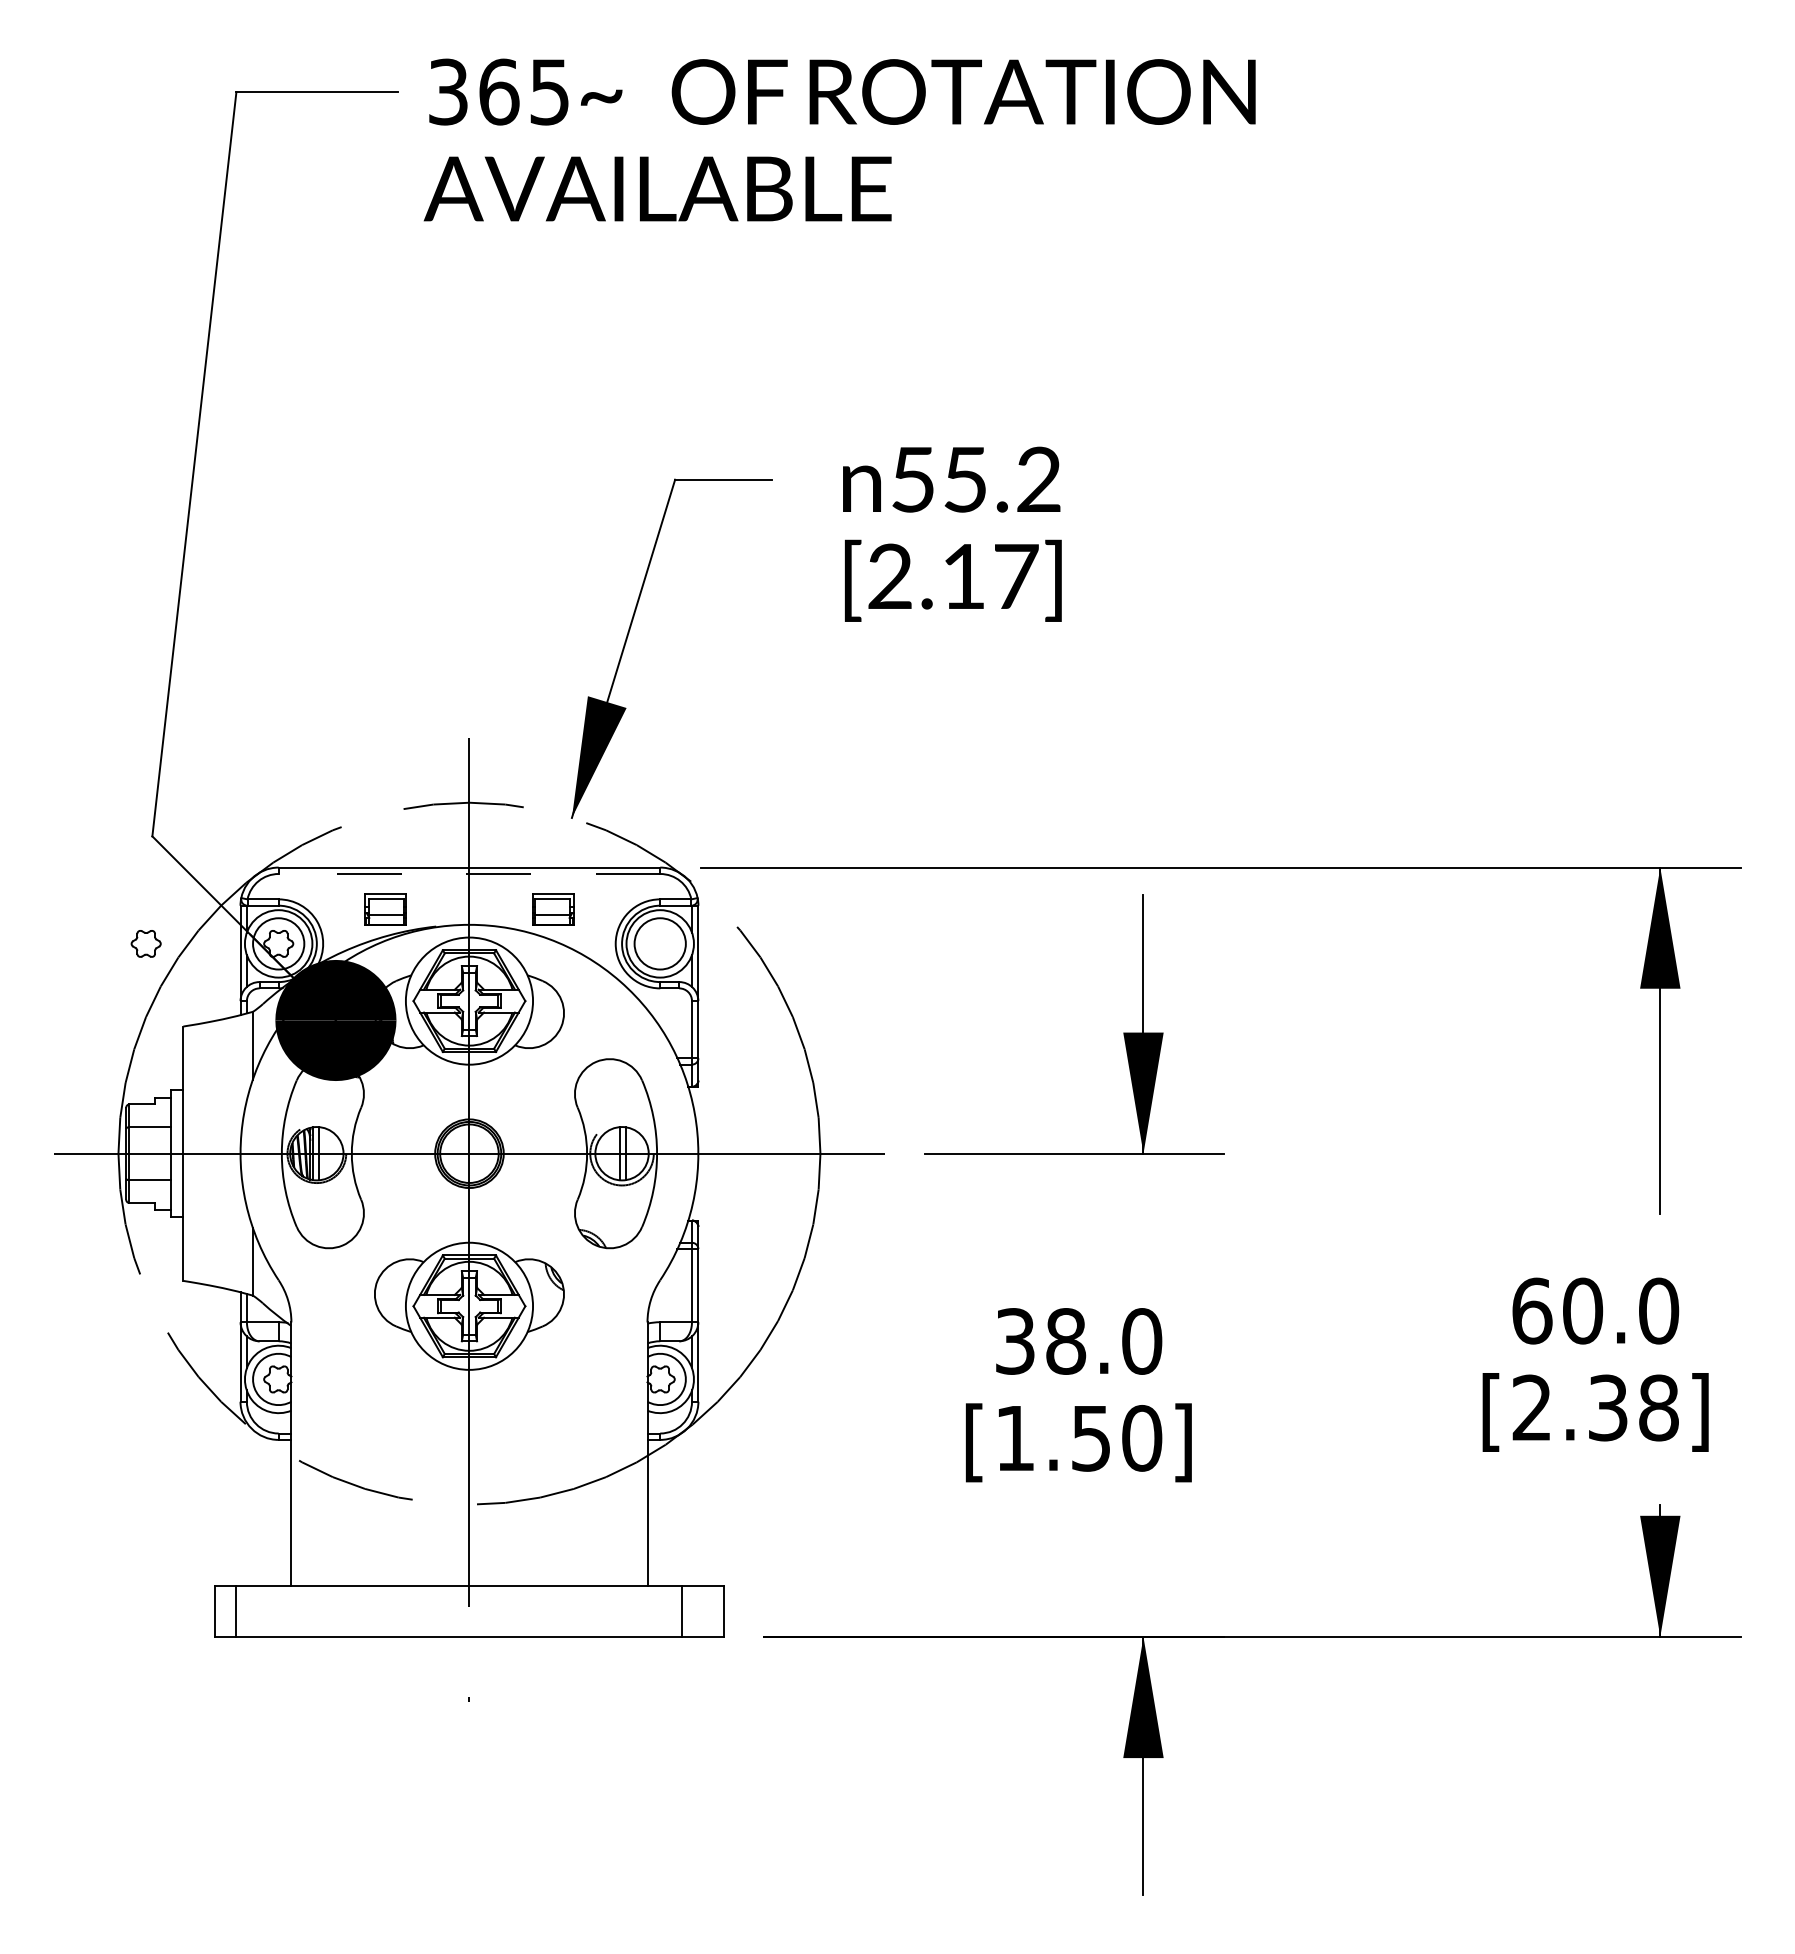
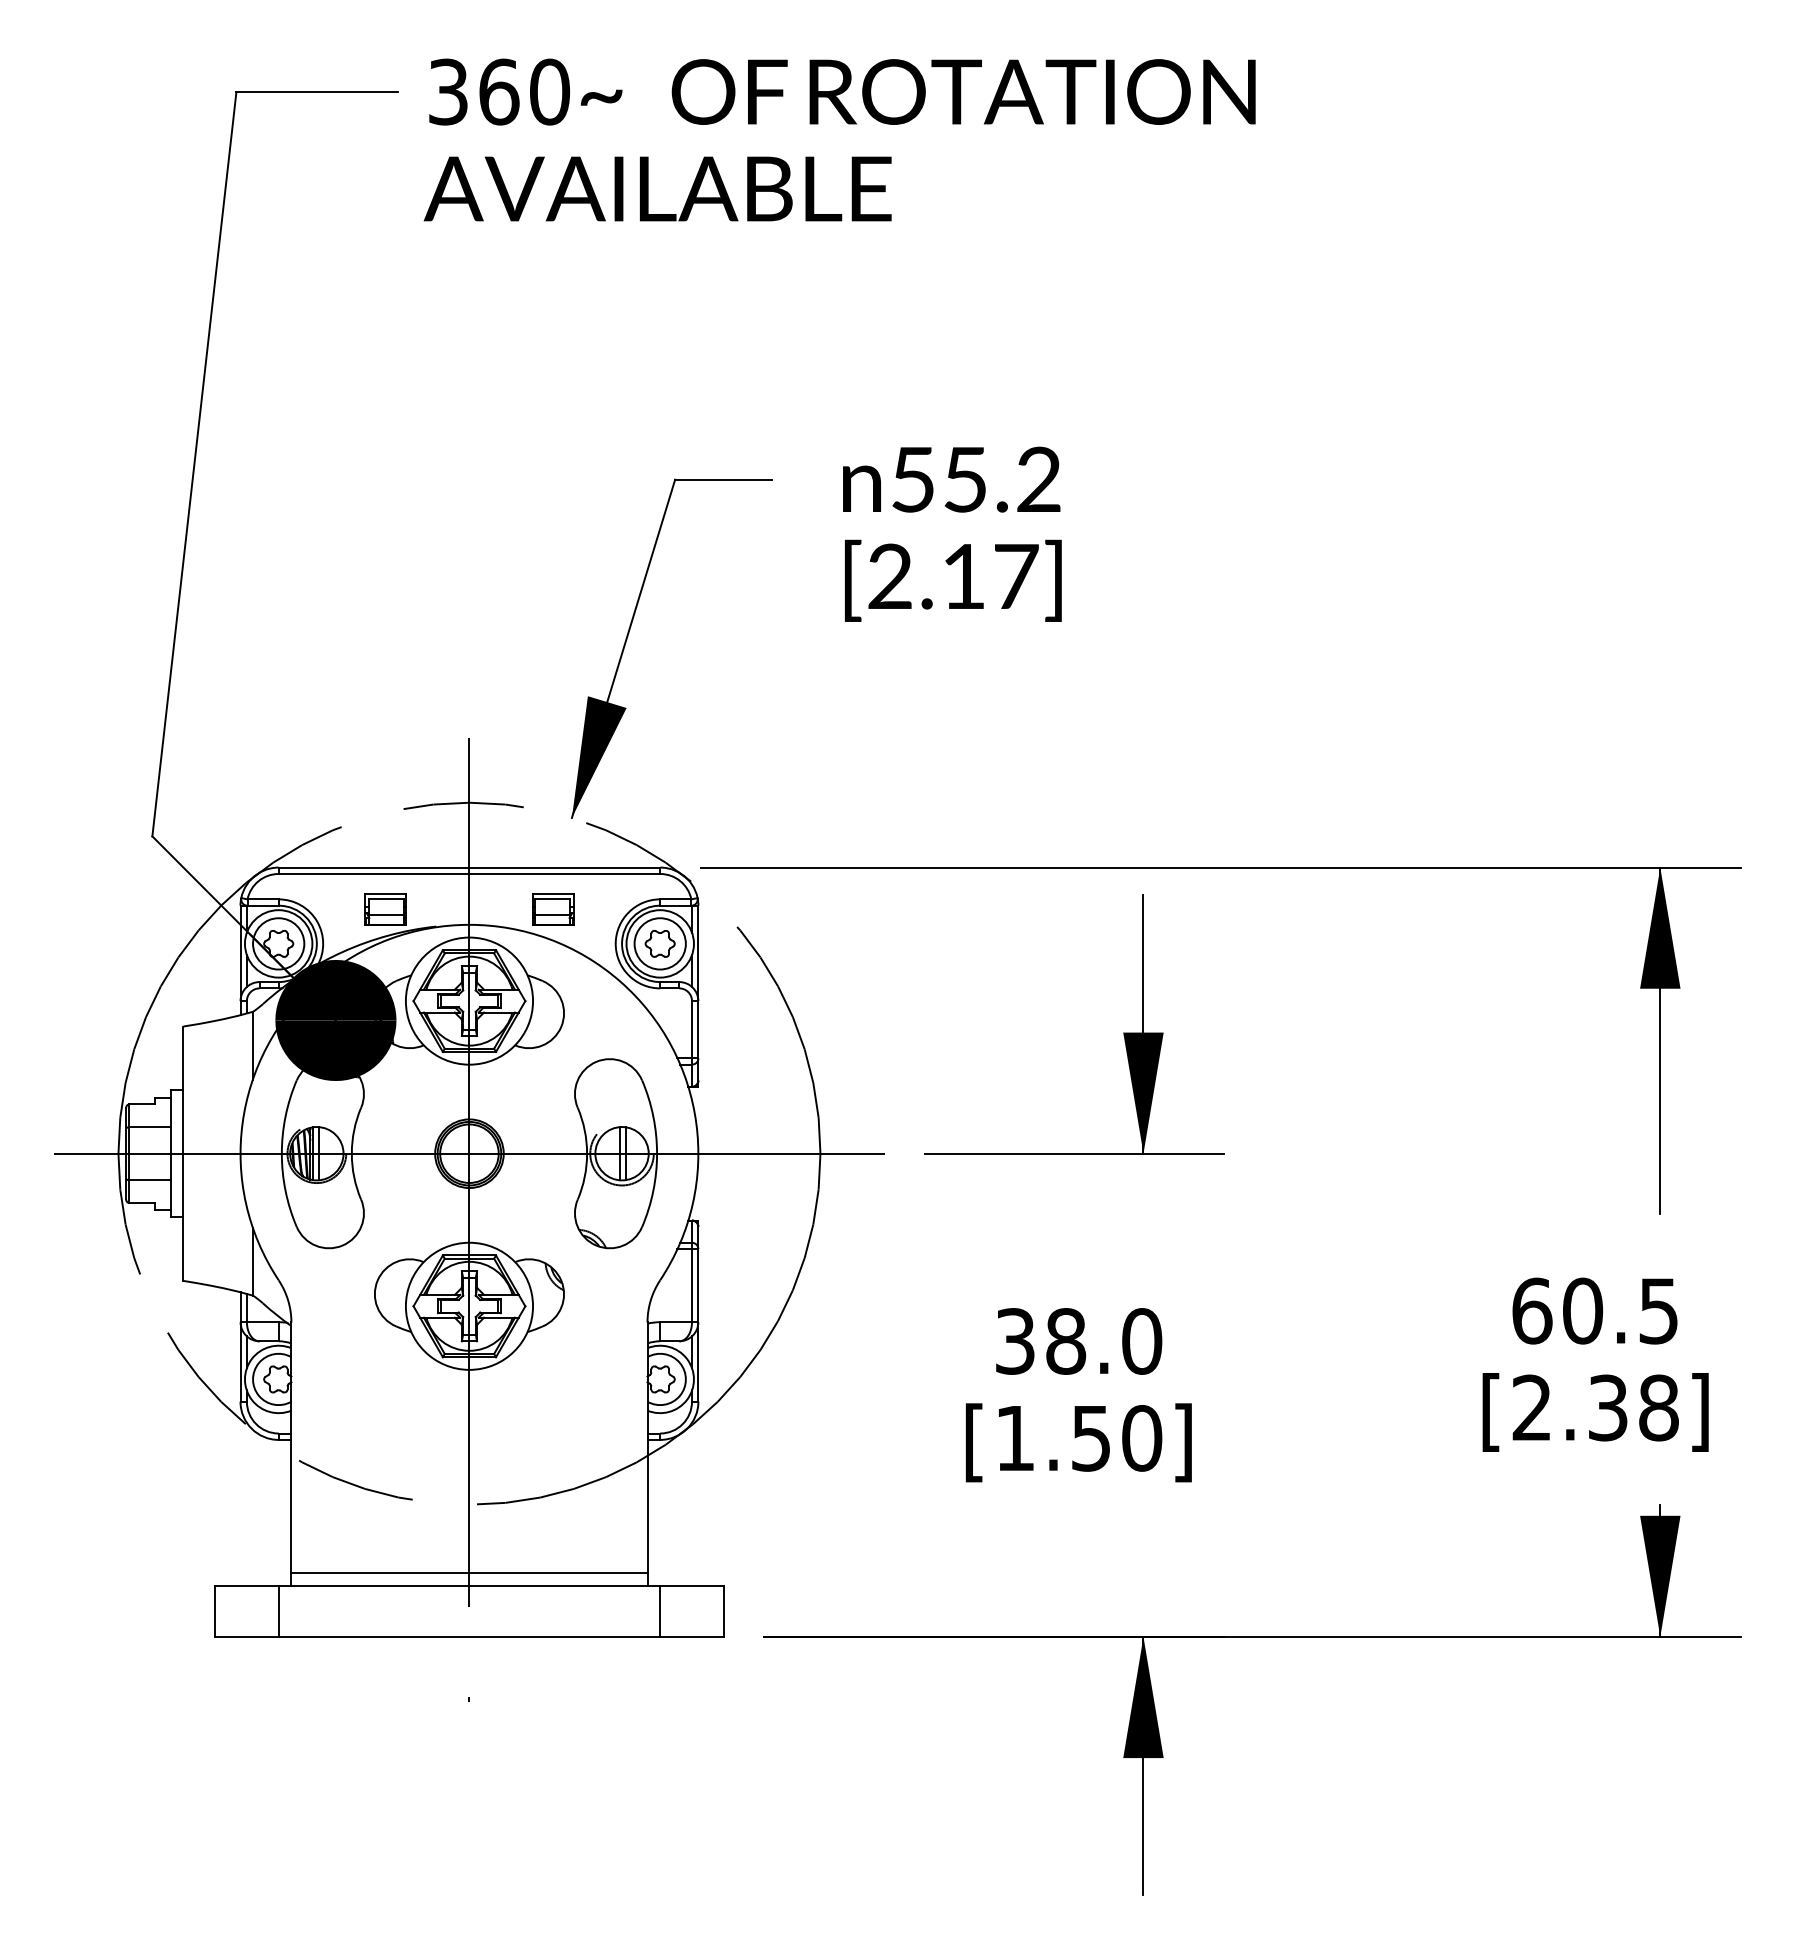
text at (550, 91): 365 -> 360
line at (469, 873): dashed -> solid
part at (145, 943) position: (145, 943) -> (659, 943)
text at (1659, 1310): 60.0 -> 60.5
line at (469, 1573): none -> present
line at (235, 1611) position: (235, 1611) -> (278, 1611)
line at (682, 1611) position: (682, 1611) -> (660, 1611)
